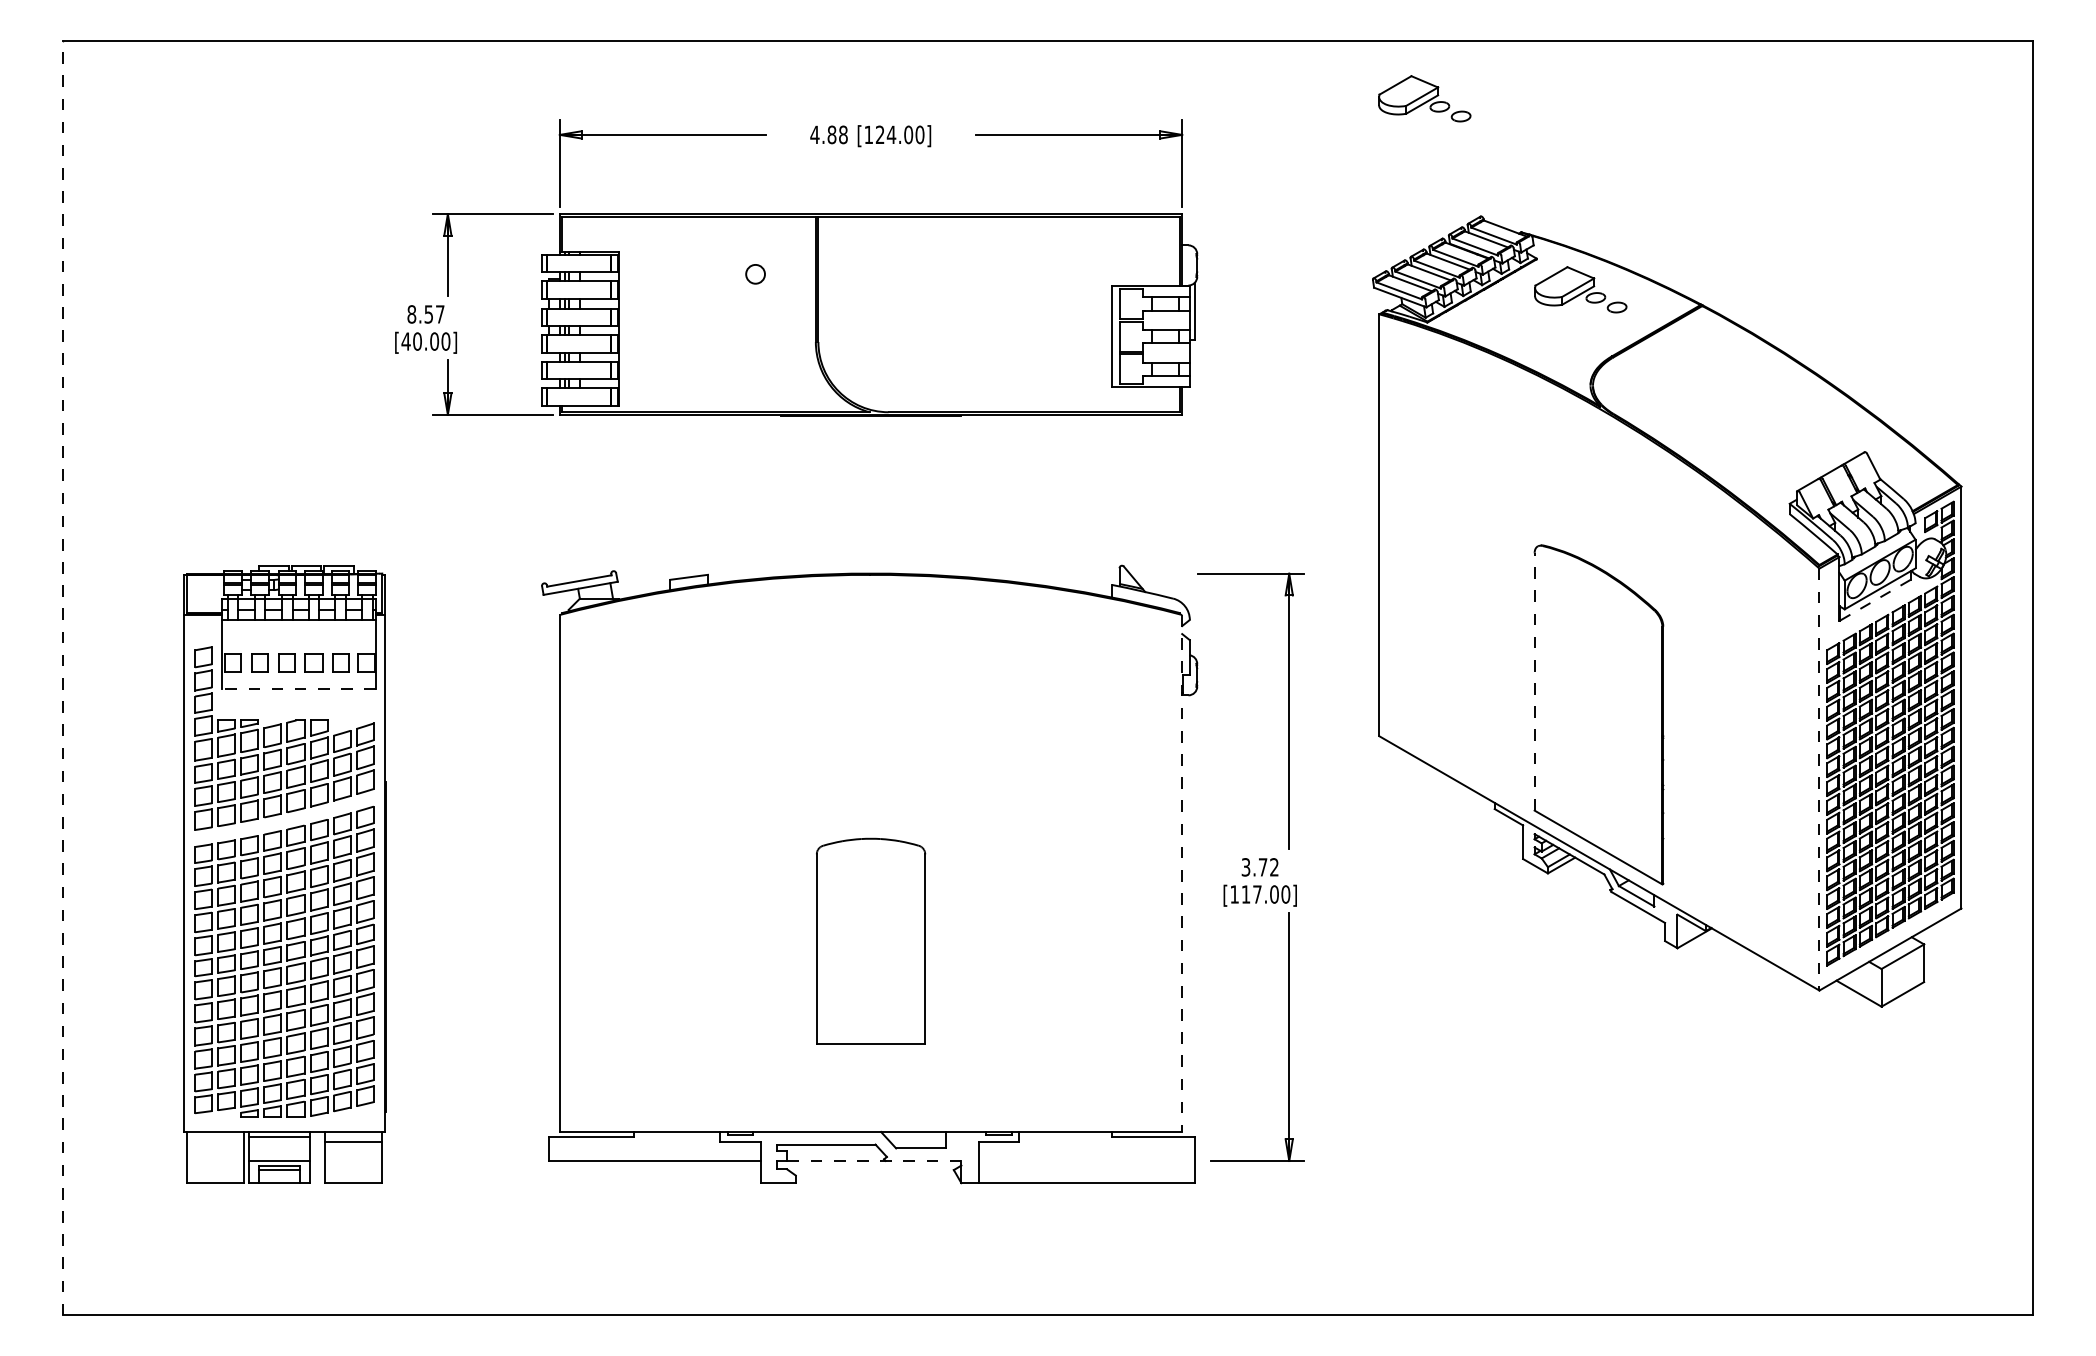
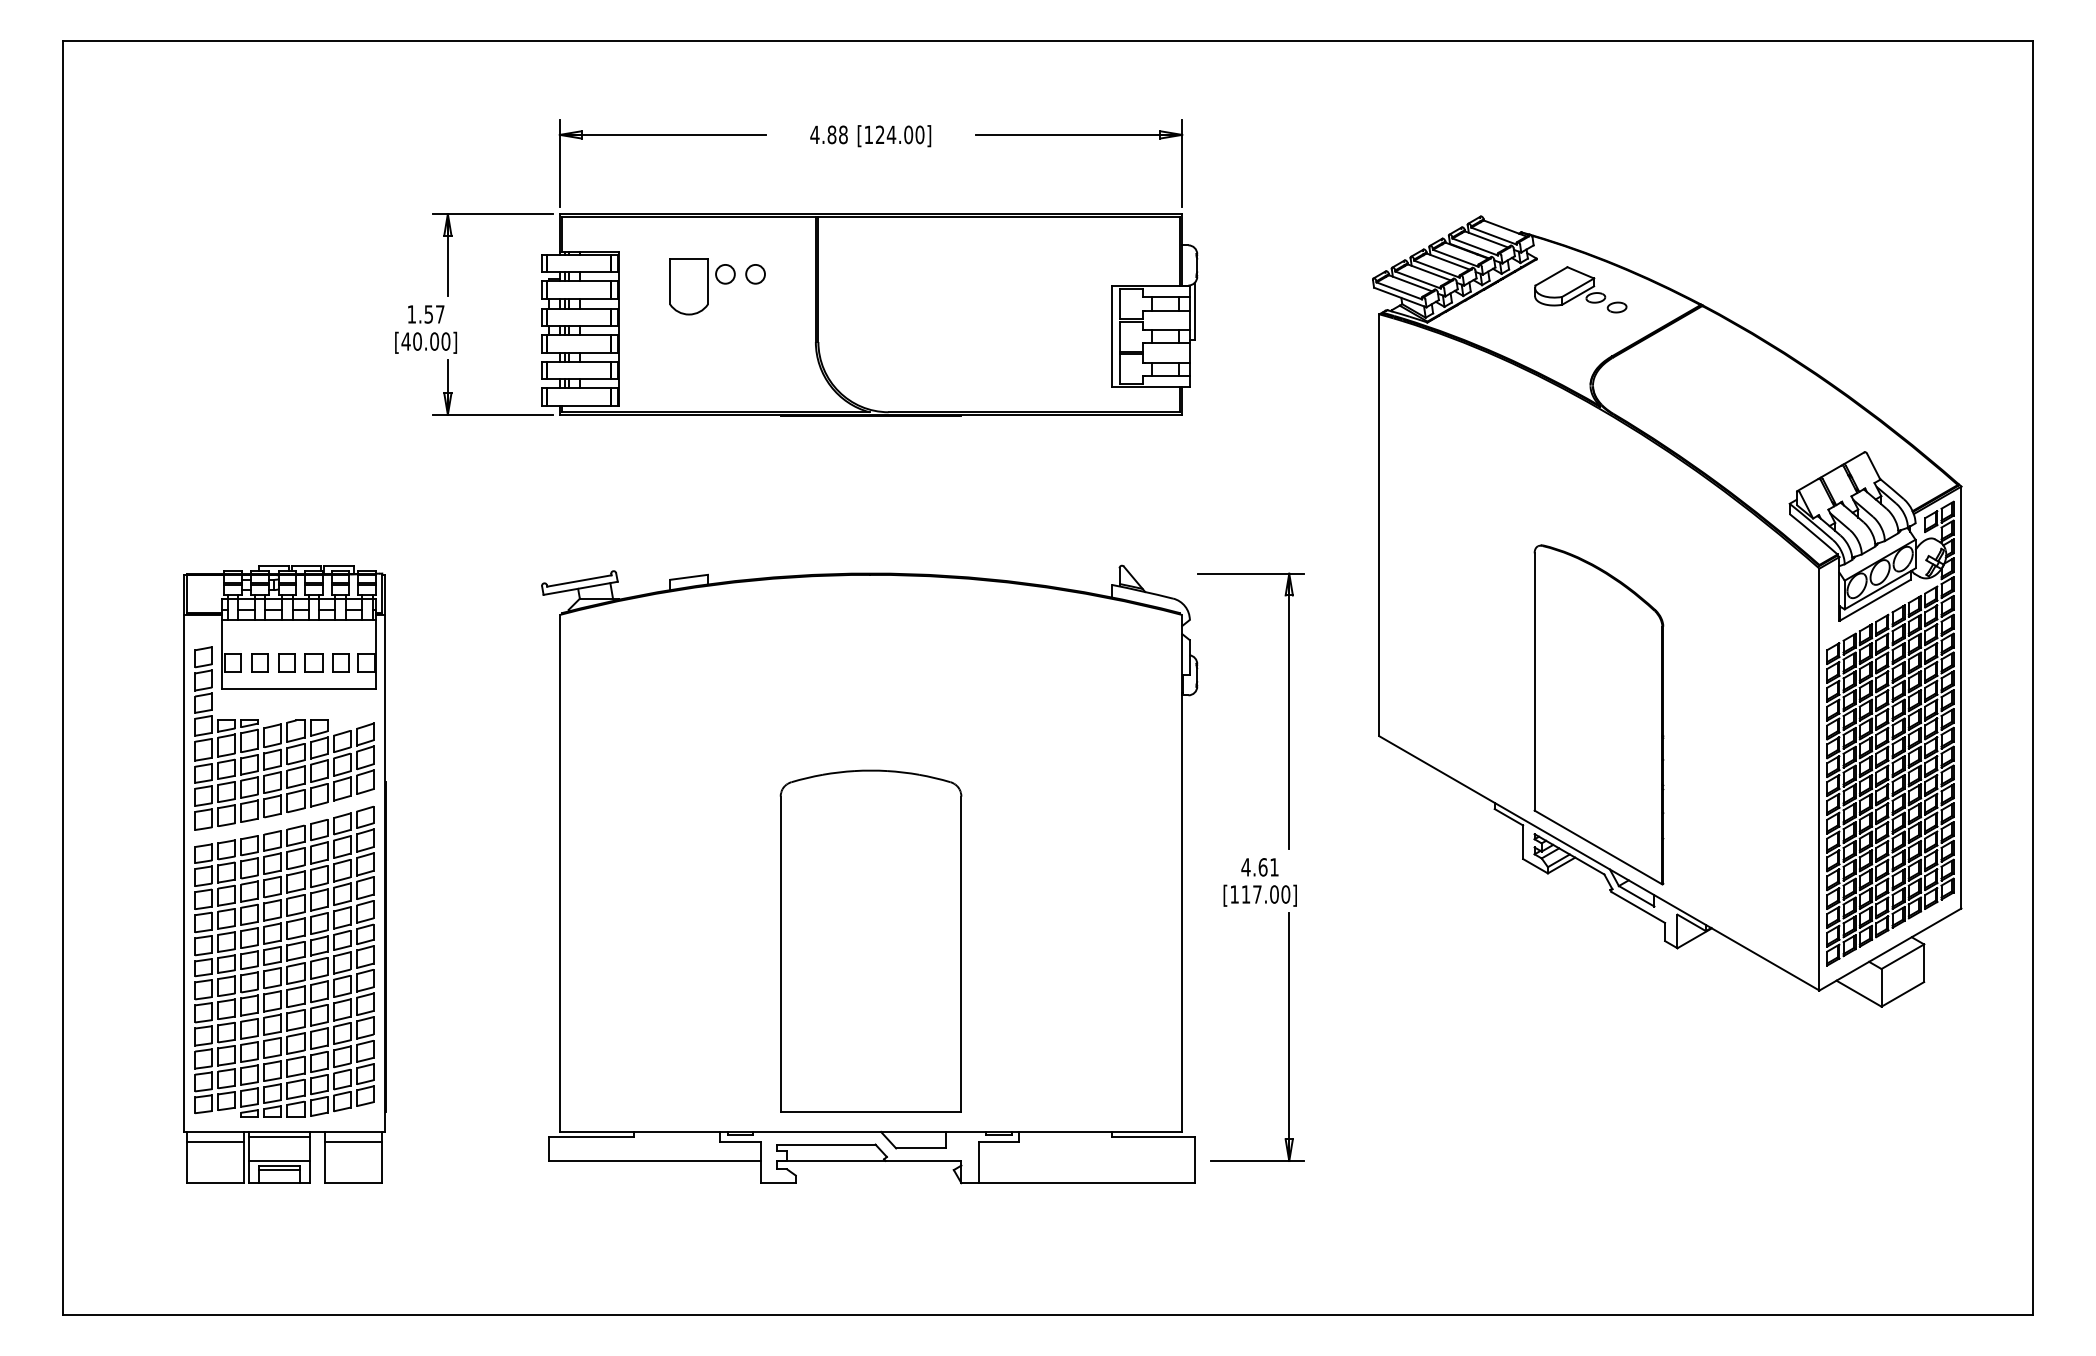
part at (1424, 98): present -> none
part at (702, 286): none -> present
text at (411, 314): 8.57 -> 1.57
line at (1875, 600): dashed -> solid
line at (62, 677): dashed -> solid
line at (1534, 681): dashed -> solid
line at (298, 689): dashed -> solid
line at (1819, 779): dashed -> solid
text at (1259, 867): 3.72 -> 4.61
line at (1182, 874): dashed -> solid
part at (871, 940) size: 111x208 px -> 184x344 px
line at (215, 1142): none -> present
line at (868, 1160): dashed -> solid
